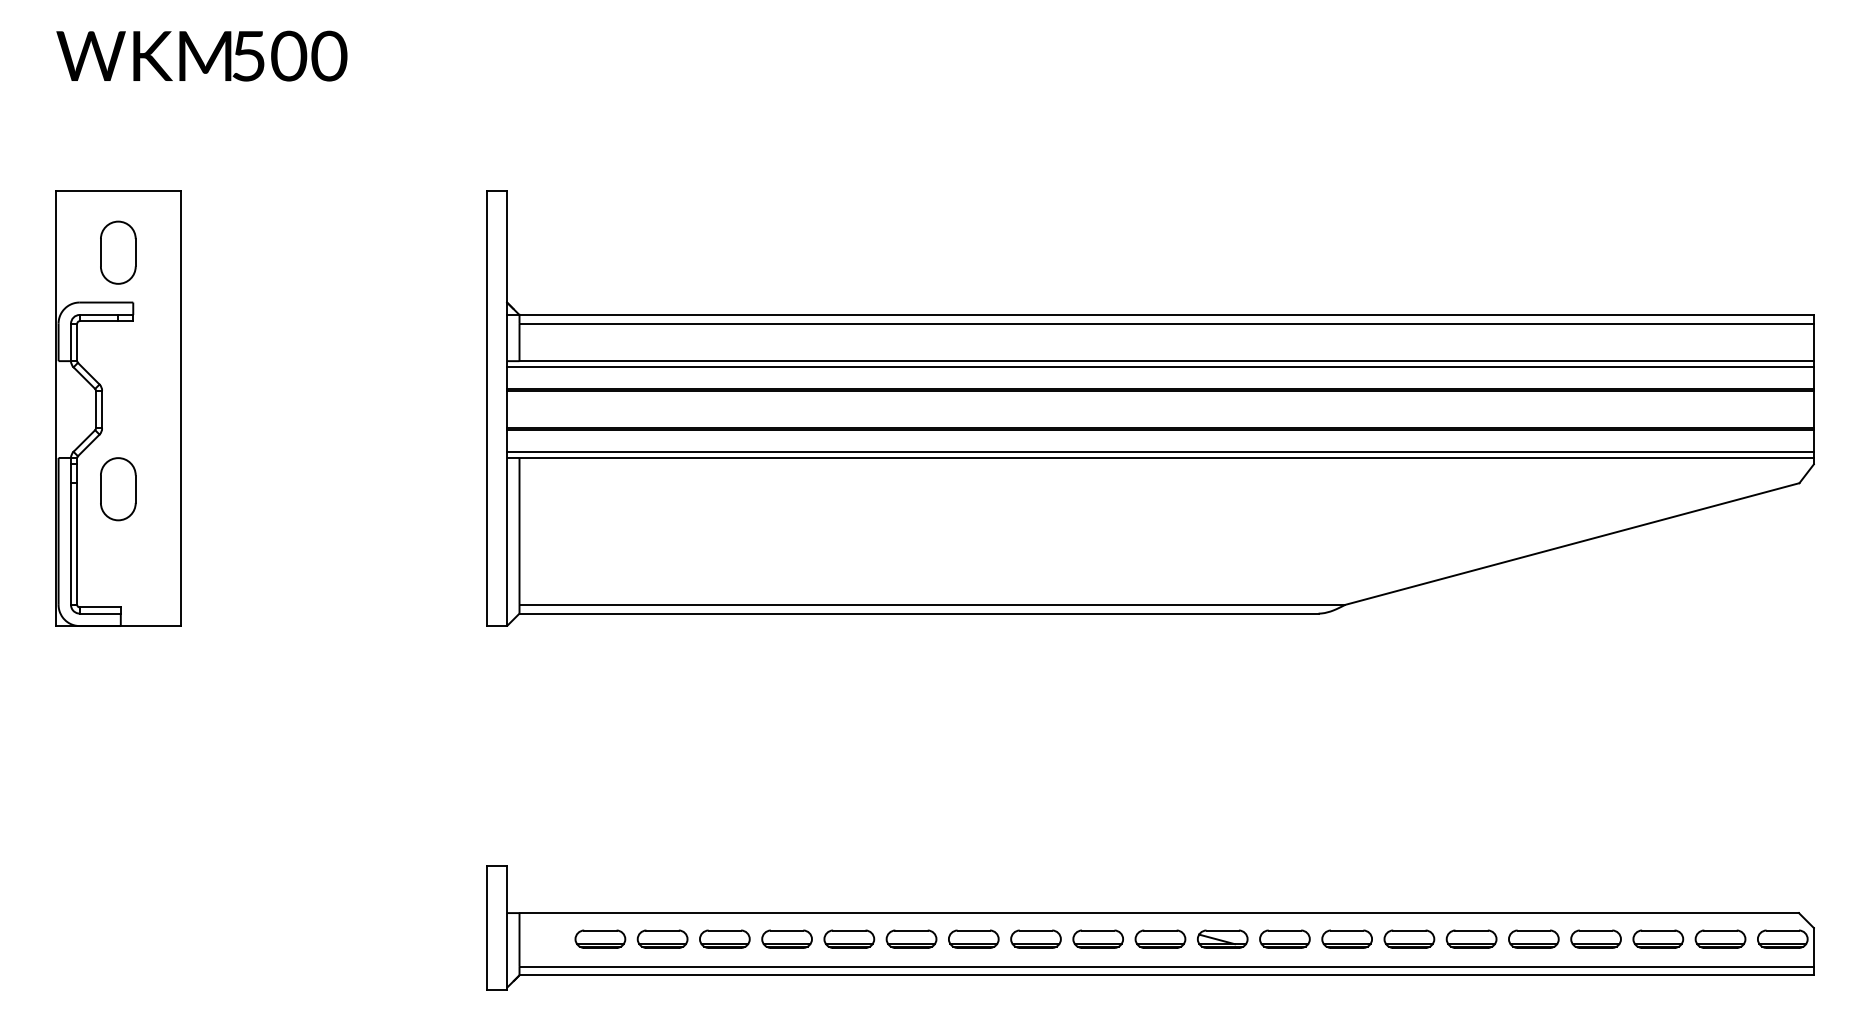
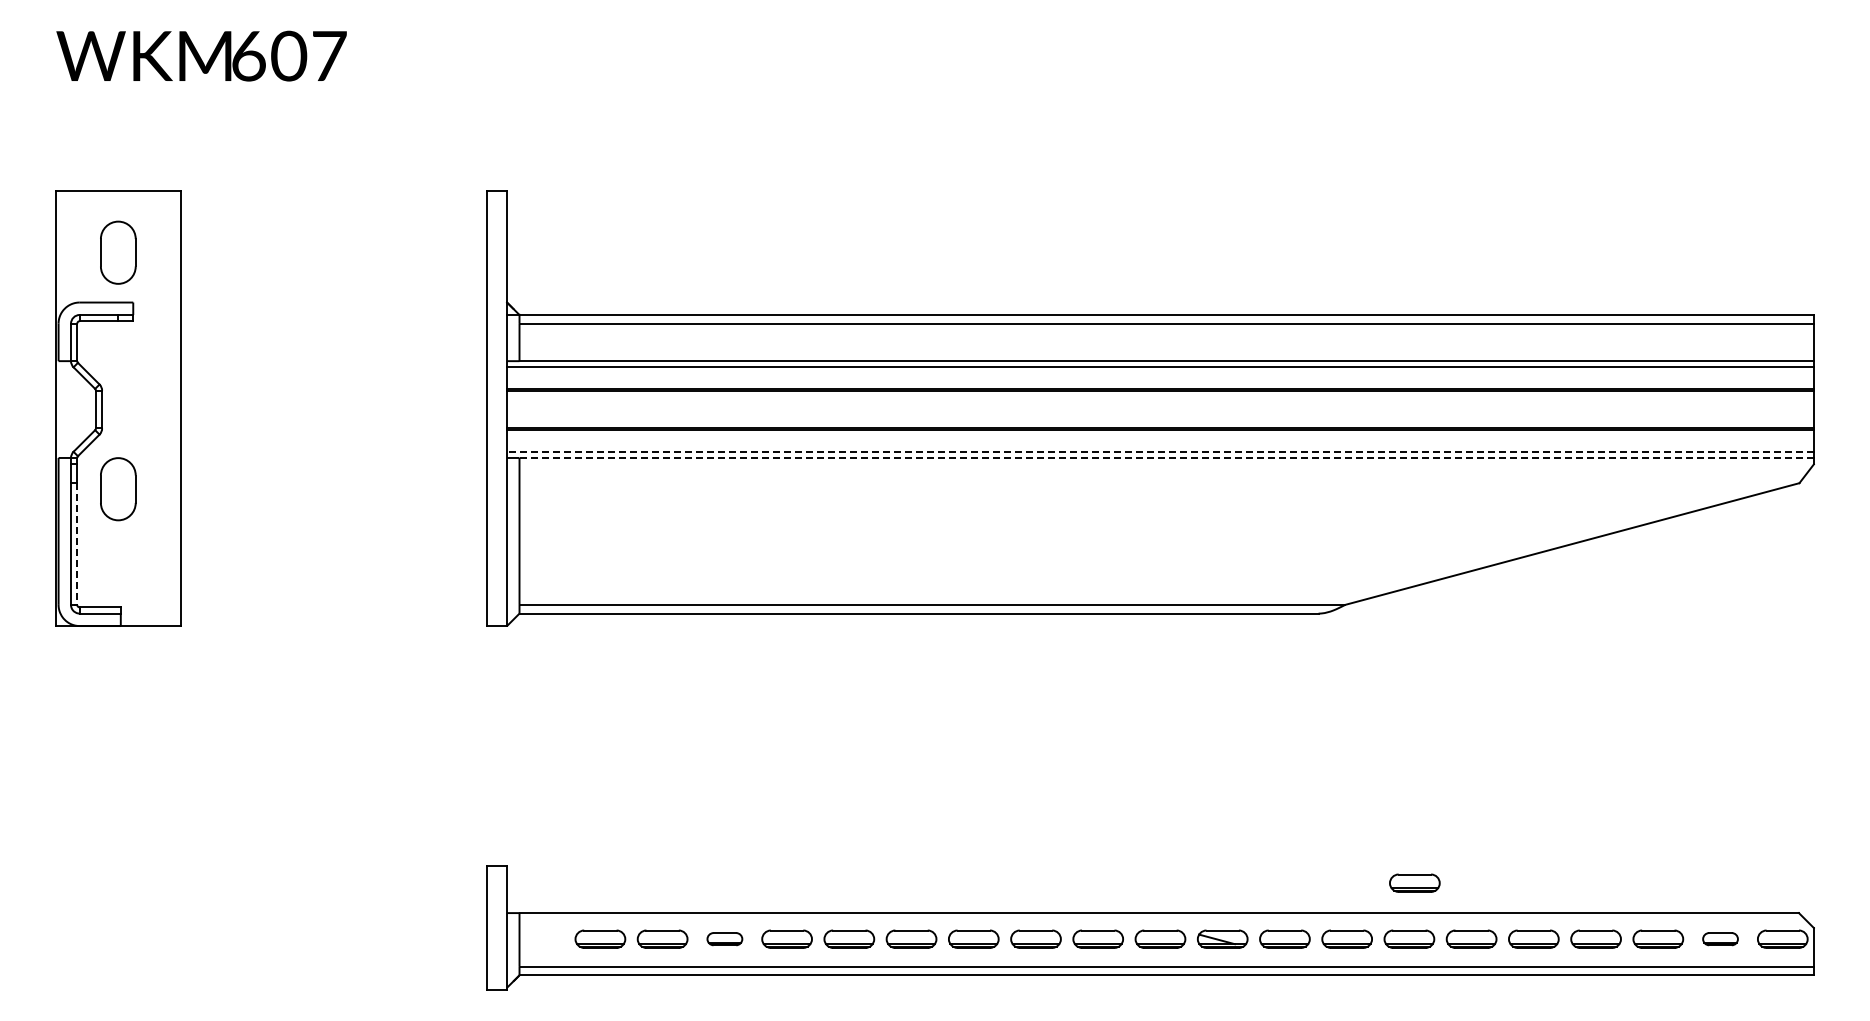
text at (289, 55): 500 -> 607
line at (1159, 451): solid -> dashed
line at (1166, 457): solid -> dashed
line at (77, 544): solid -> dashed
part at (1414, 882): none -> present
part at (724, 938) size: 52x20 px -> 38x15 px
part at (1720, 938) size: 53x20 px -> 37x15 px
